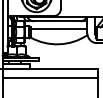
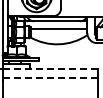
line at (50, 68): solid -> dashed
line at (50, 78): solid -> dashed
